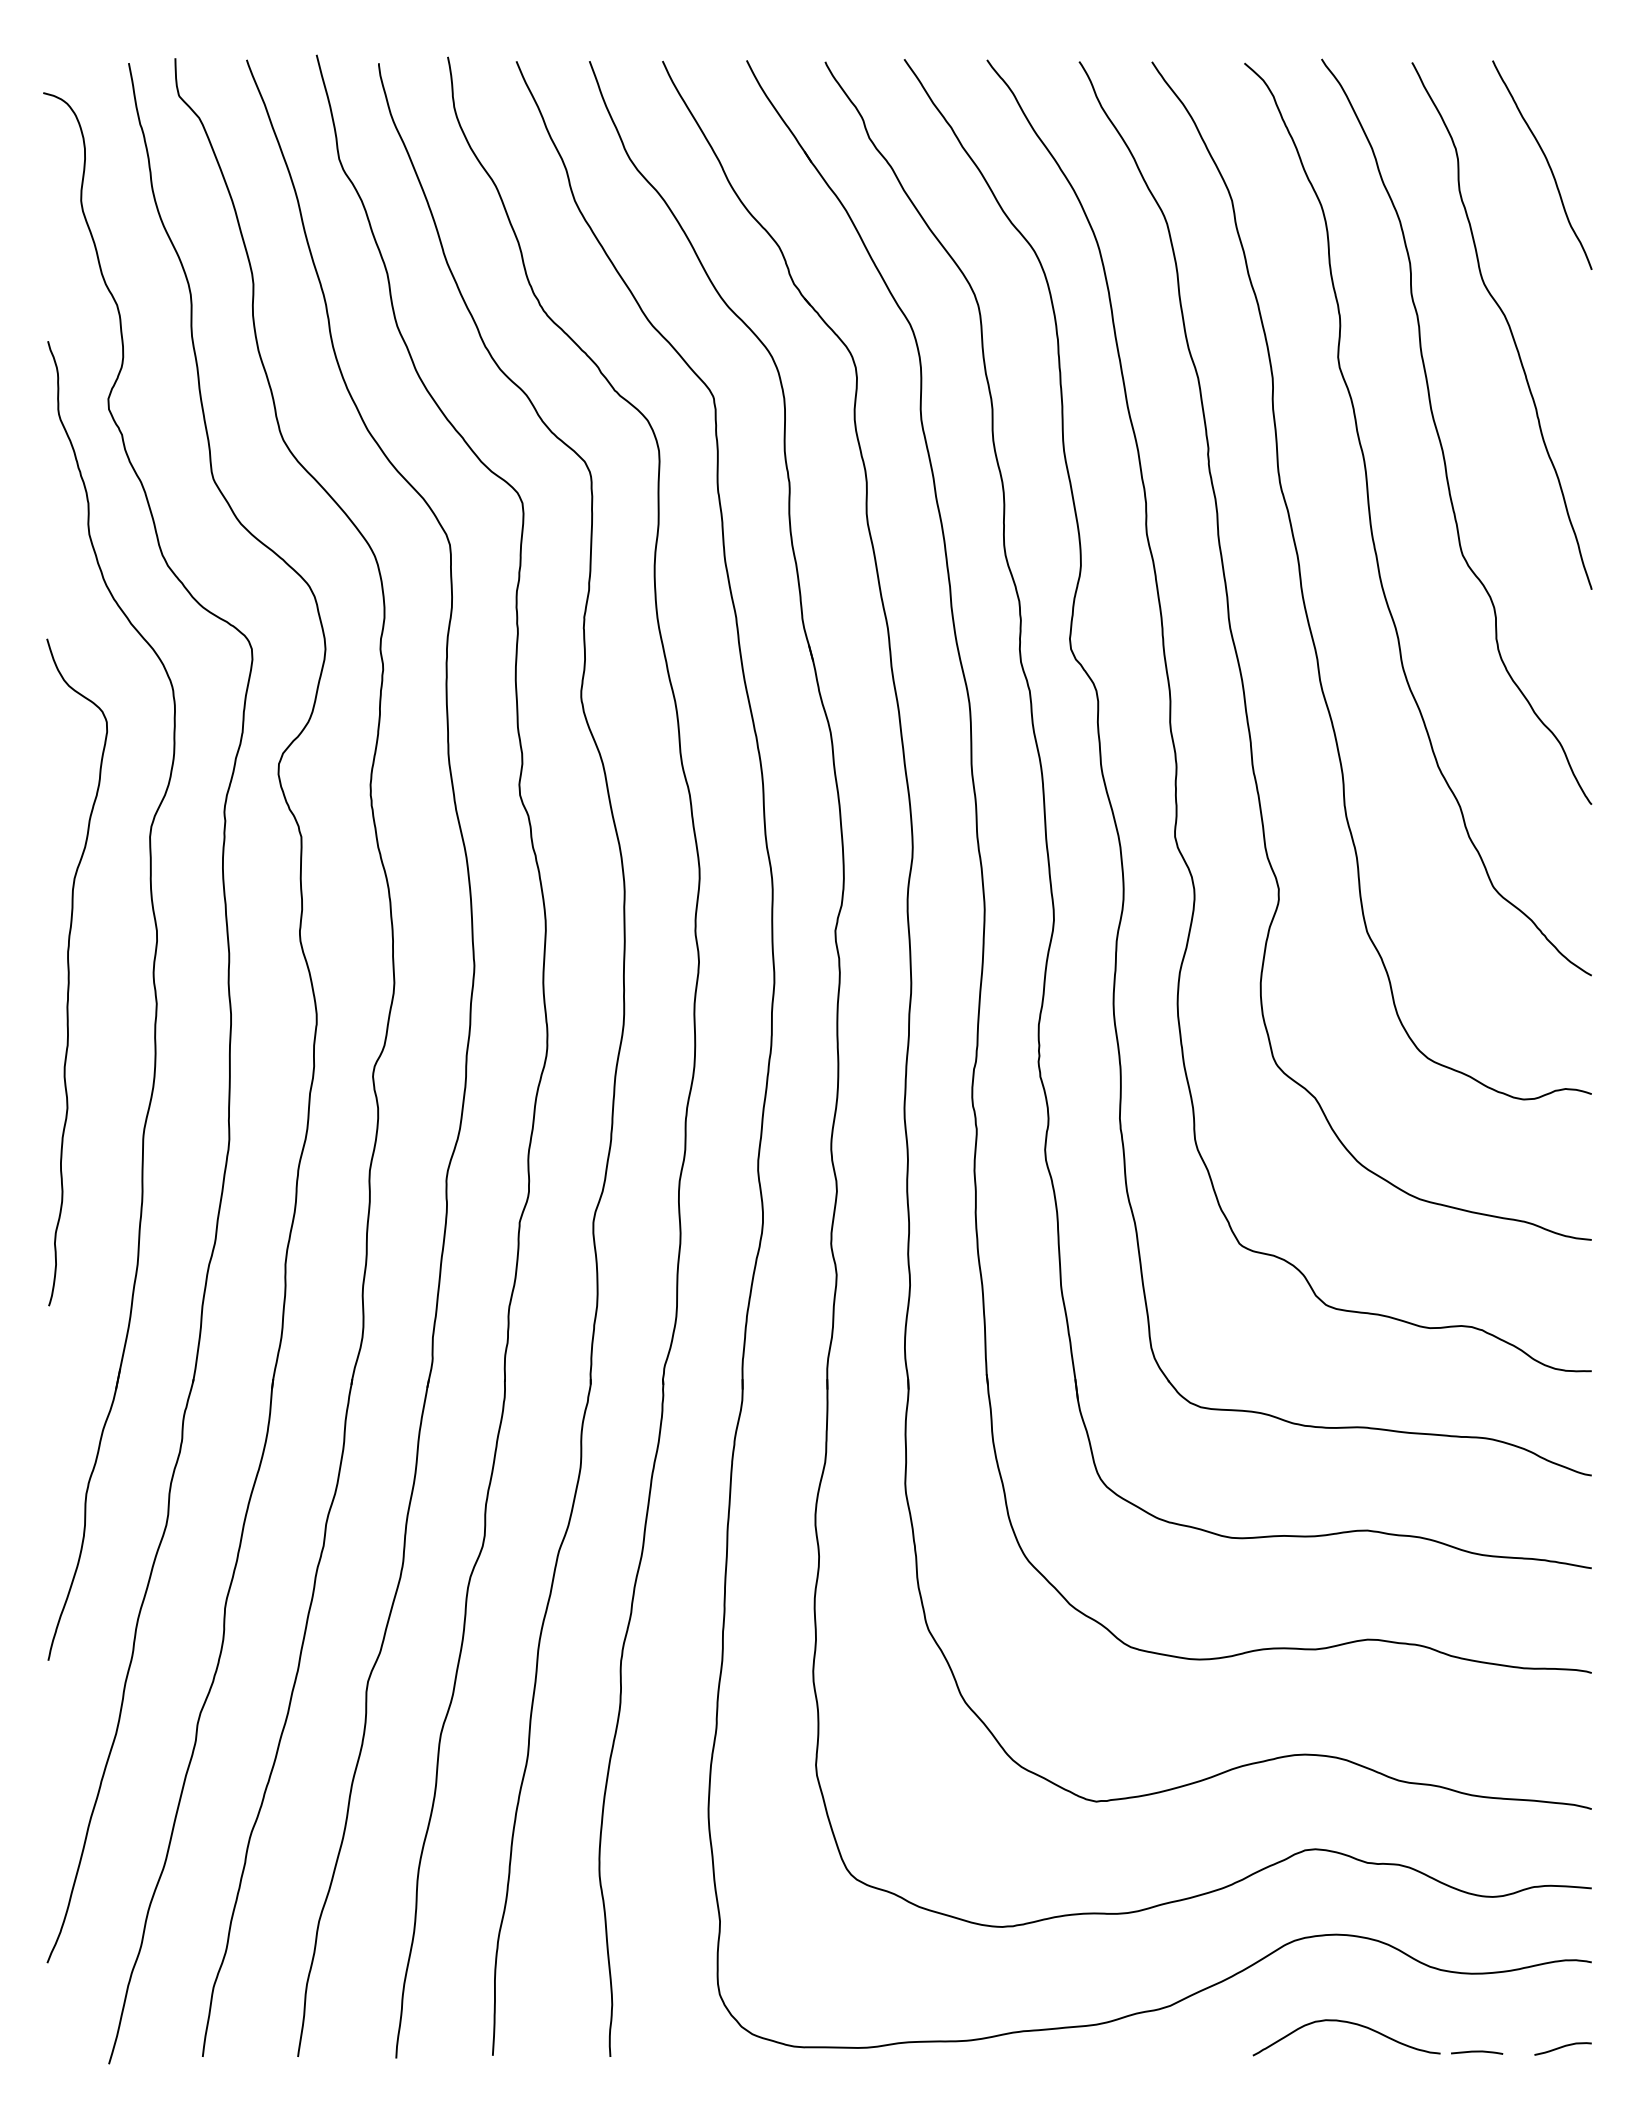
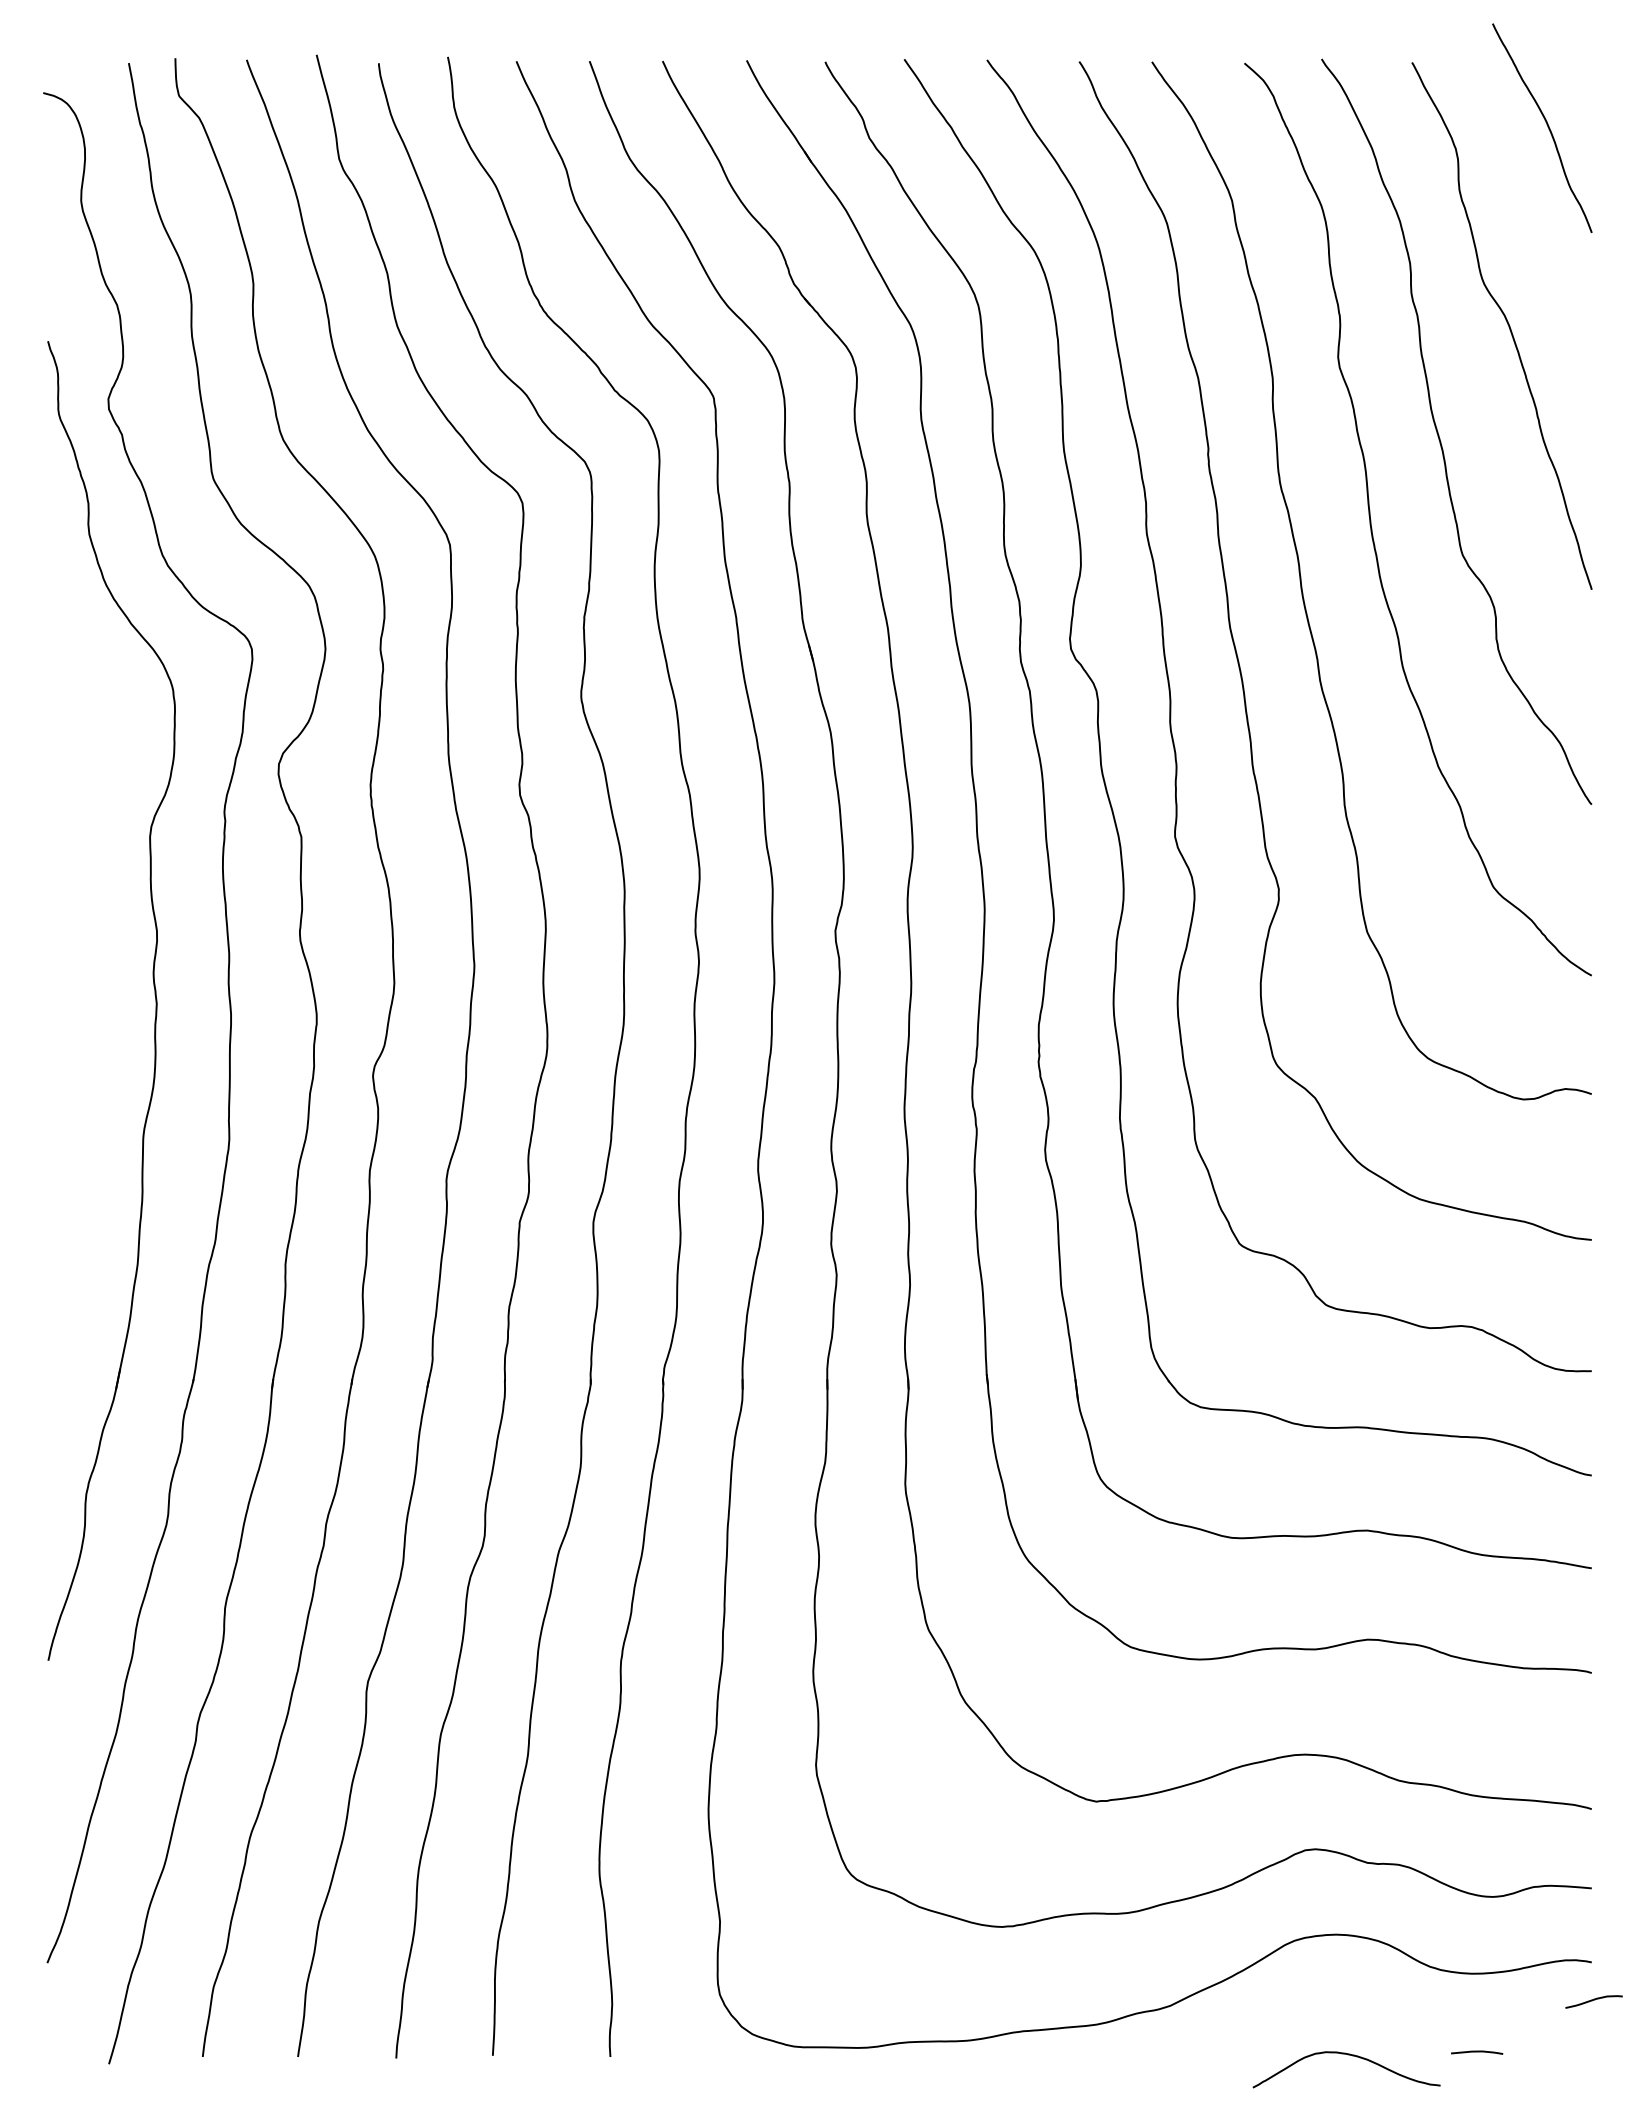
curve at (1546, 161) position: (1546, 161) -> (1546, 124)
curve at (69, 972): present -> none
curve at (1348, 2023) position: (1348, 2023) -> (1348, 2055)
curve at (1562, 2047) position: (1562, 2047) -> (1593, 2000)
